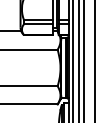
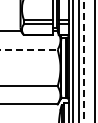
line at (29, 49): solid -> dashed
line at (84, 61): solid -> dashed
